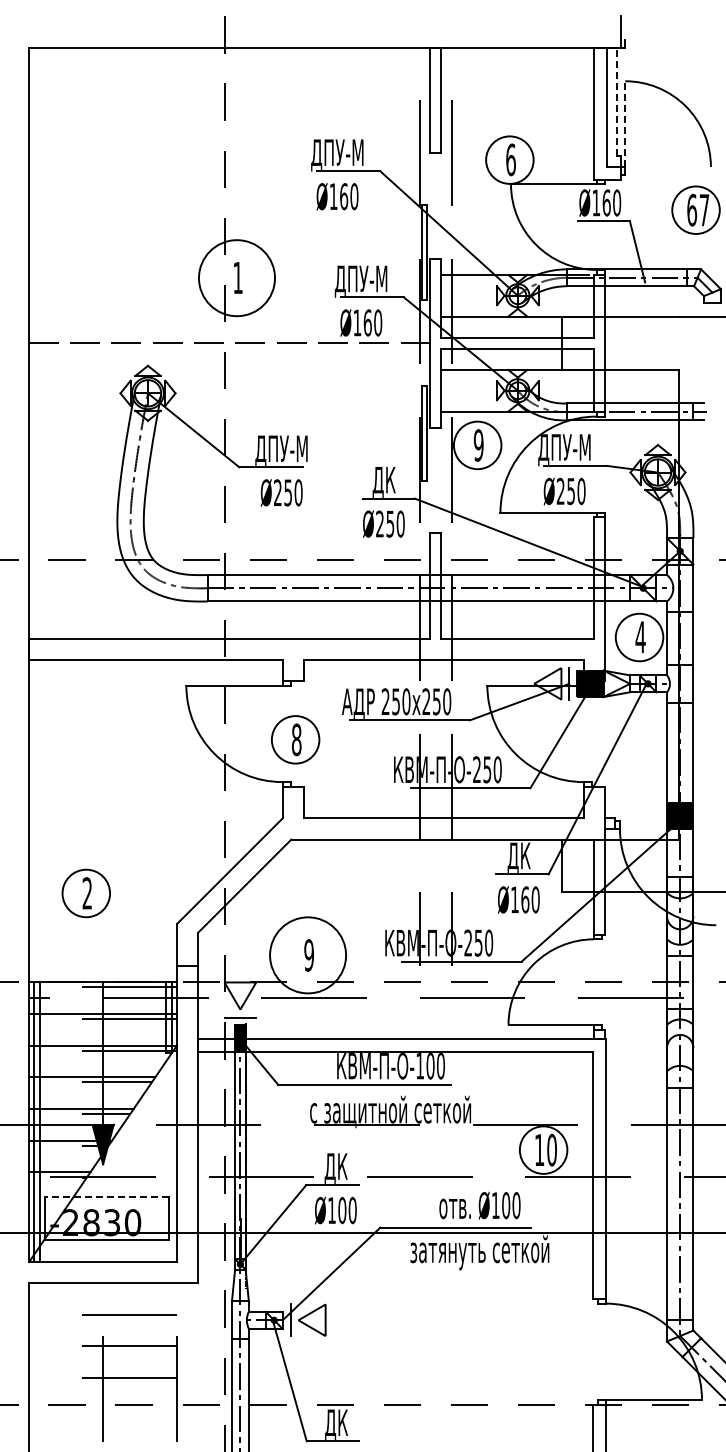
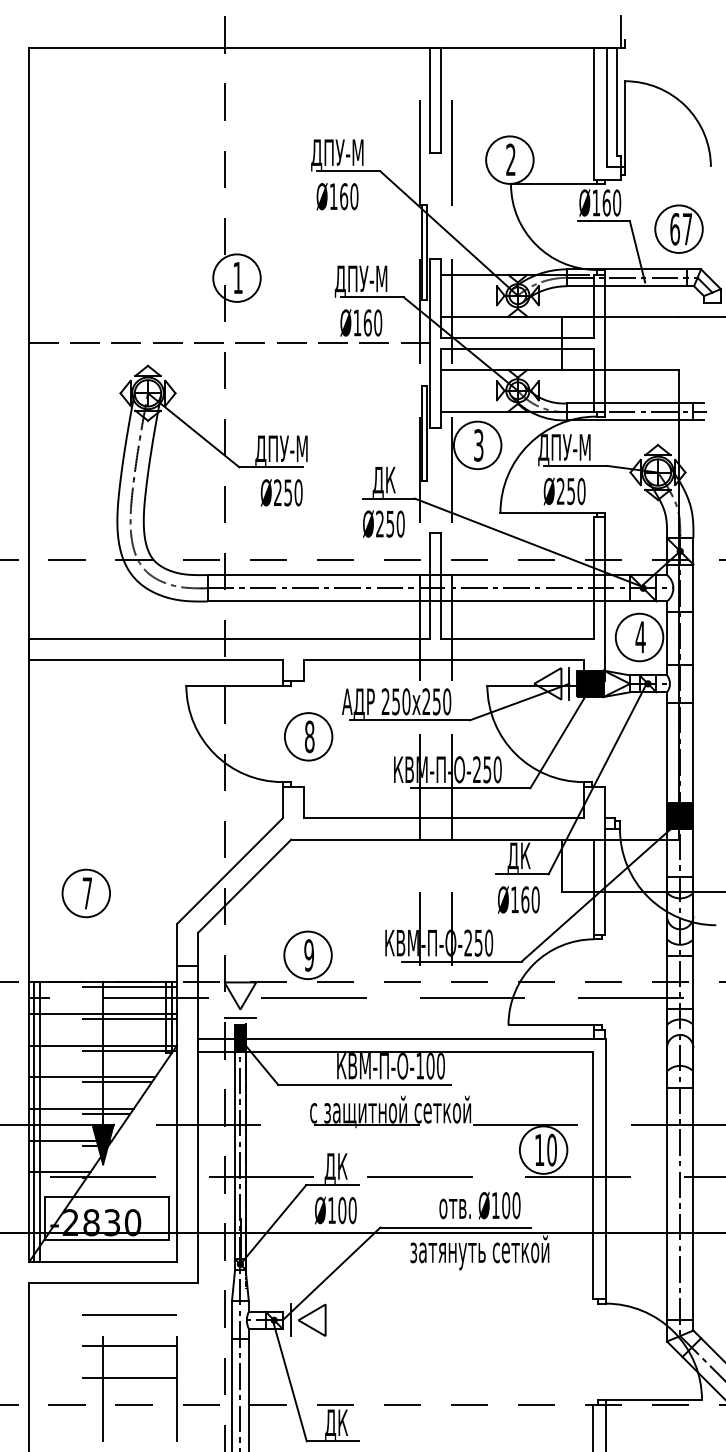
line at (617, 101): dashed -> solid
line at (625, 124): dashed -> solid
text at (510, 159): 6 -> 2
part at (695, 209) position: (695, 209) -> (678, 228)
circle at (236, 278) diameter: 76 px -> 48 px
text at (478, 445): 9 -> 3
part at (295, 739) position: (295, 739) -> (308, 736)
text at (86, 893): 2 -> 7
circle at (308, 955) diameter: 76 px -> 48 px
line at (106, 1197): dashed -> solid
